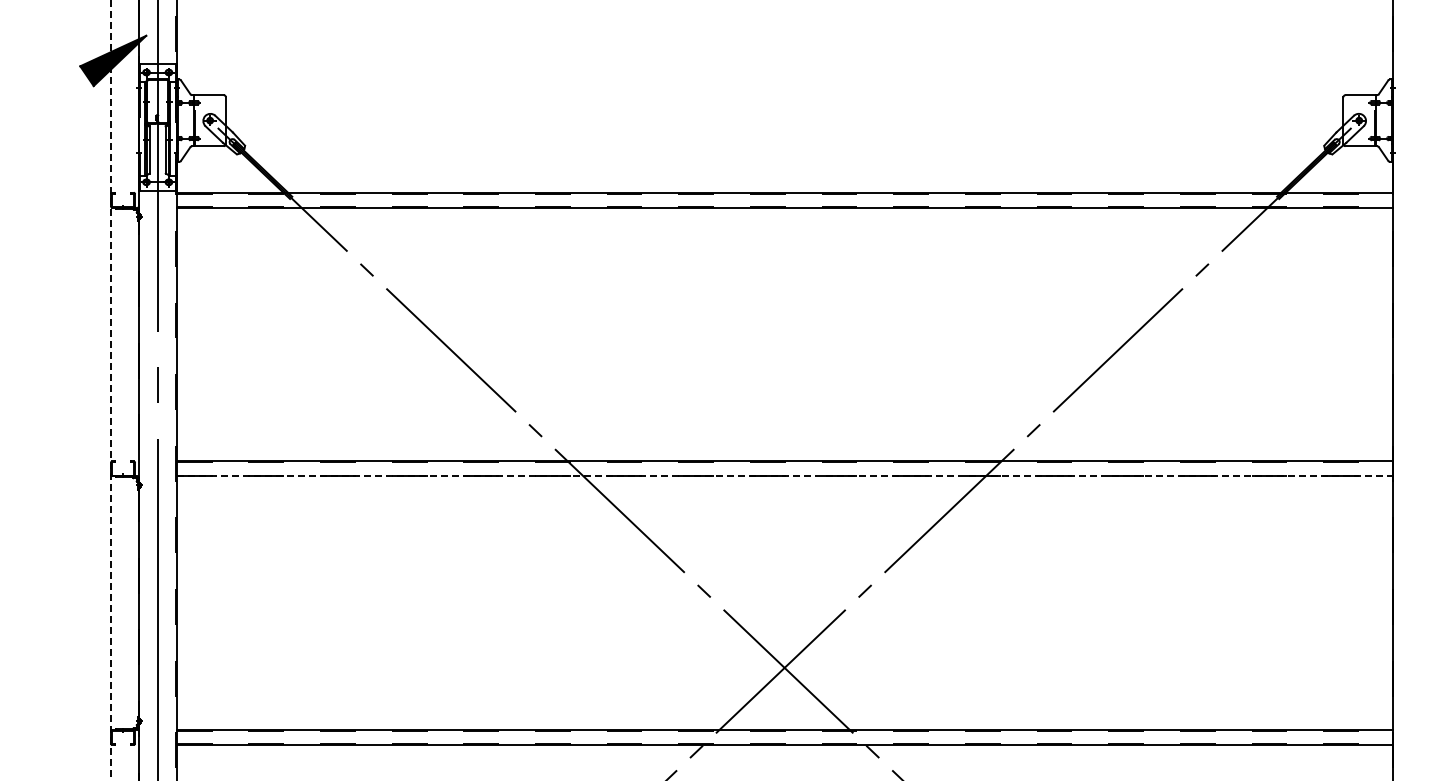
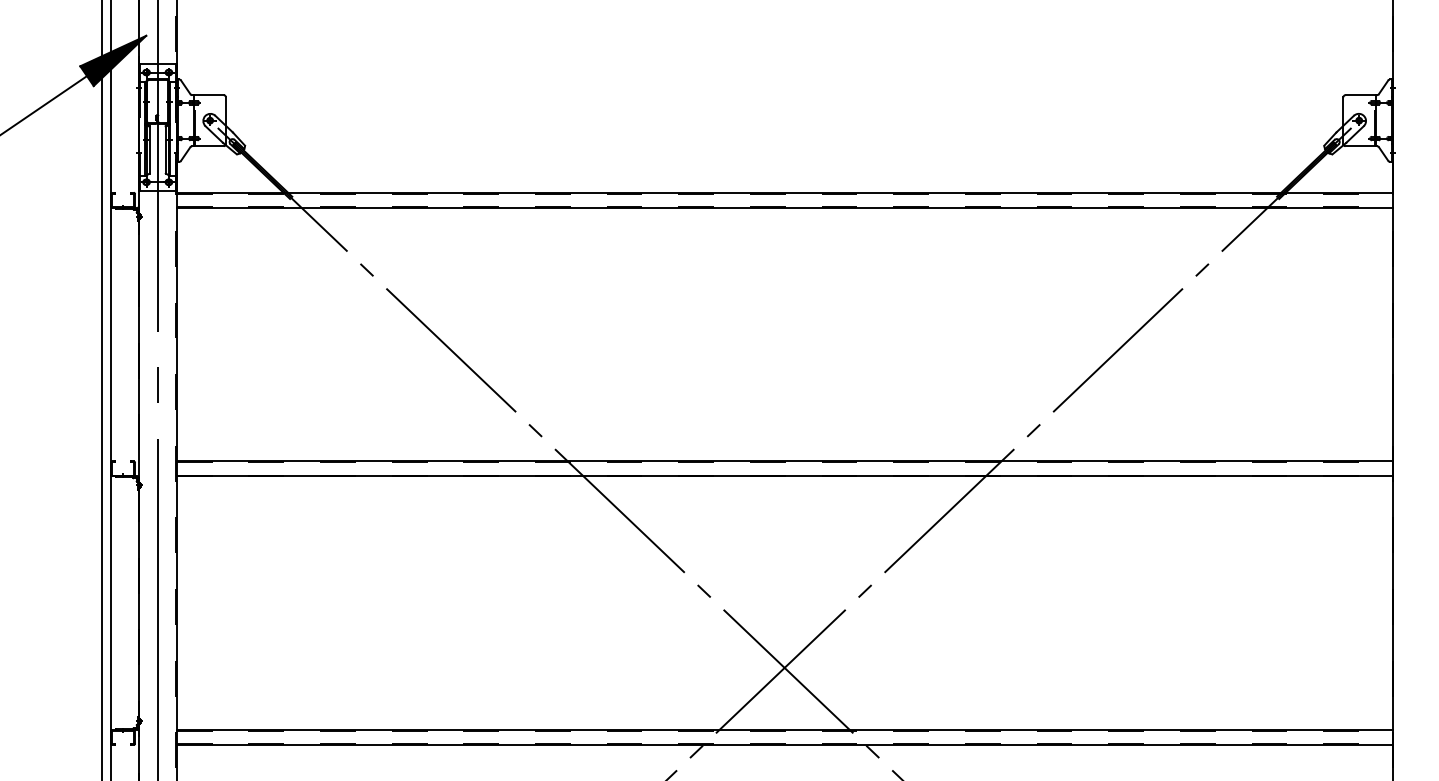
line at (44, 104): none -> present
line at (101, 389): none -> present
line at (110, 390): dashed -> solid
line at (784, 476): dashed -> solid
